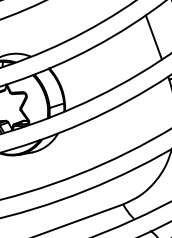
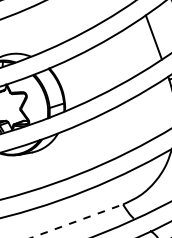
line at (77, 221): solid -> dashed
